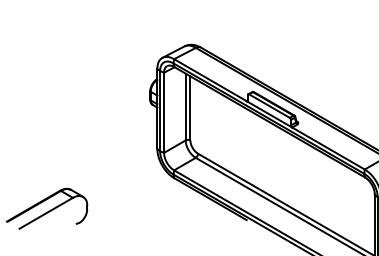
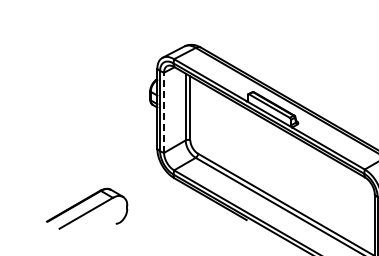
line at (164, 112): solid -> dashed
part at (47, 208) position: (47, 208) -> (87, 208)
